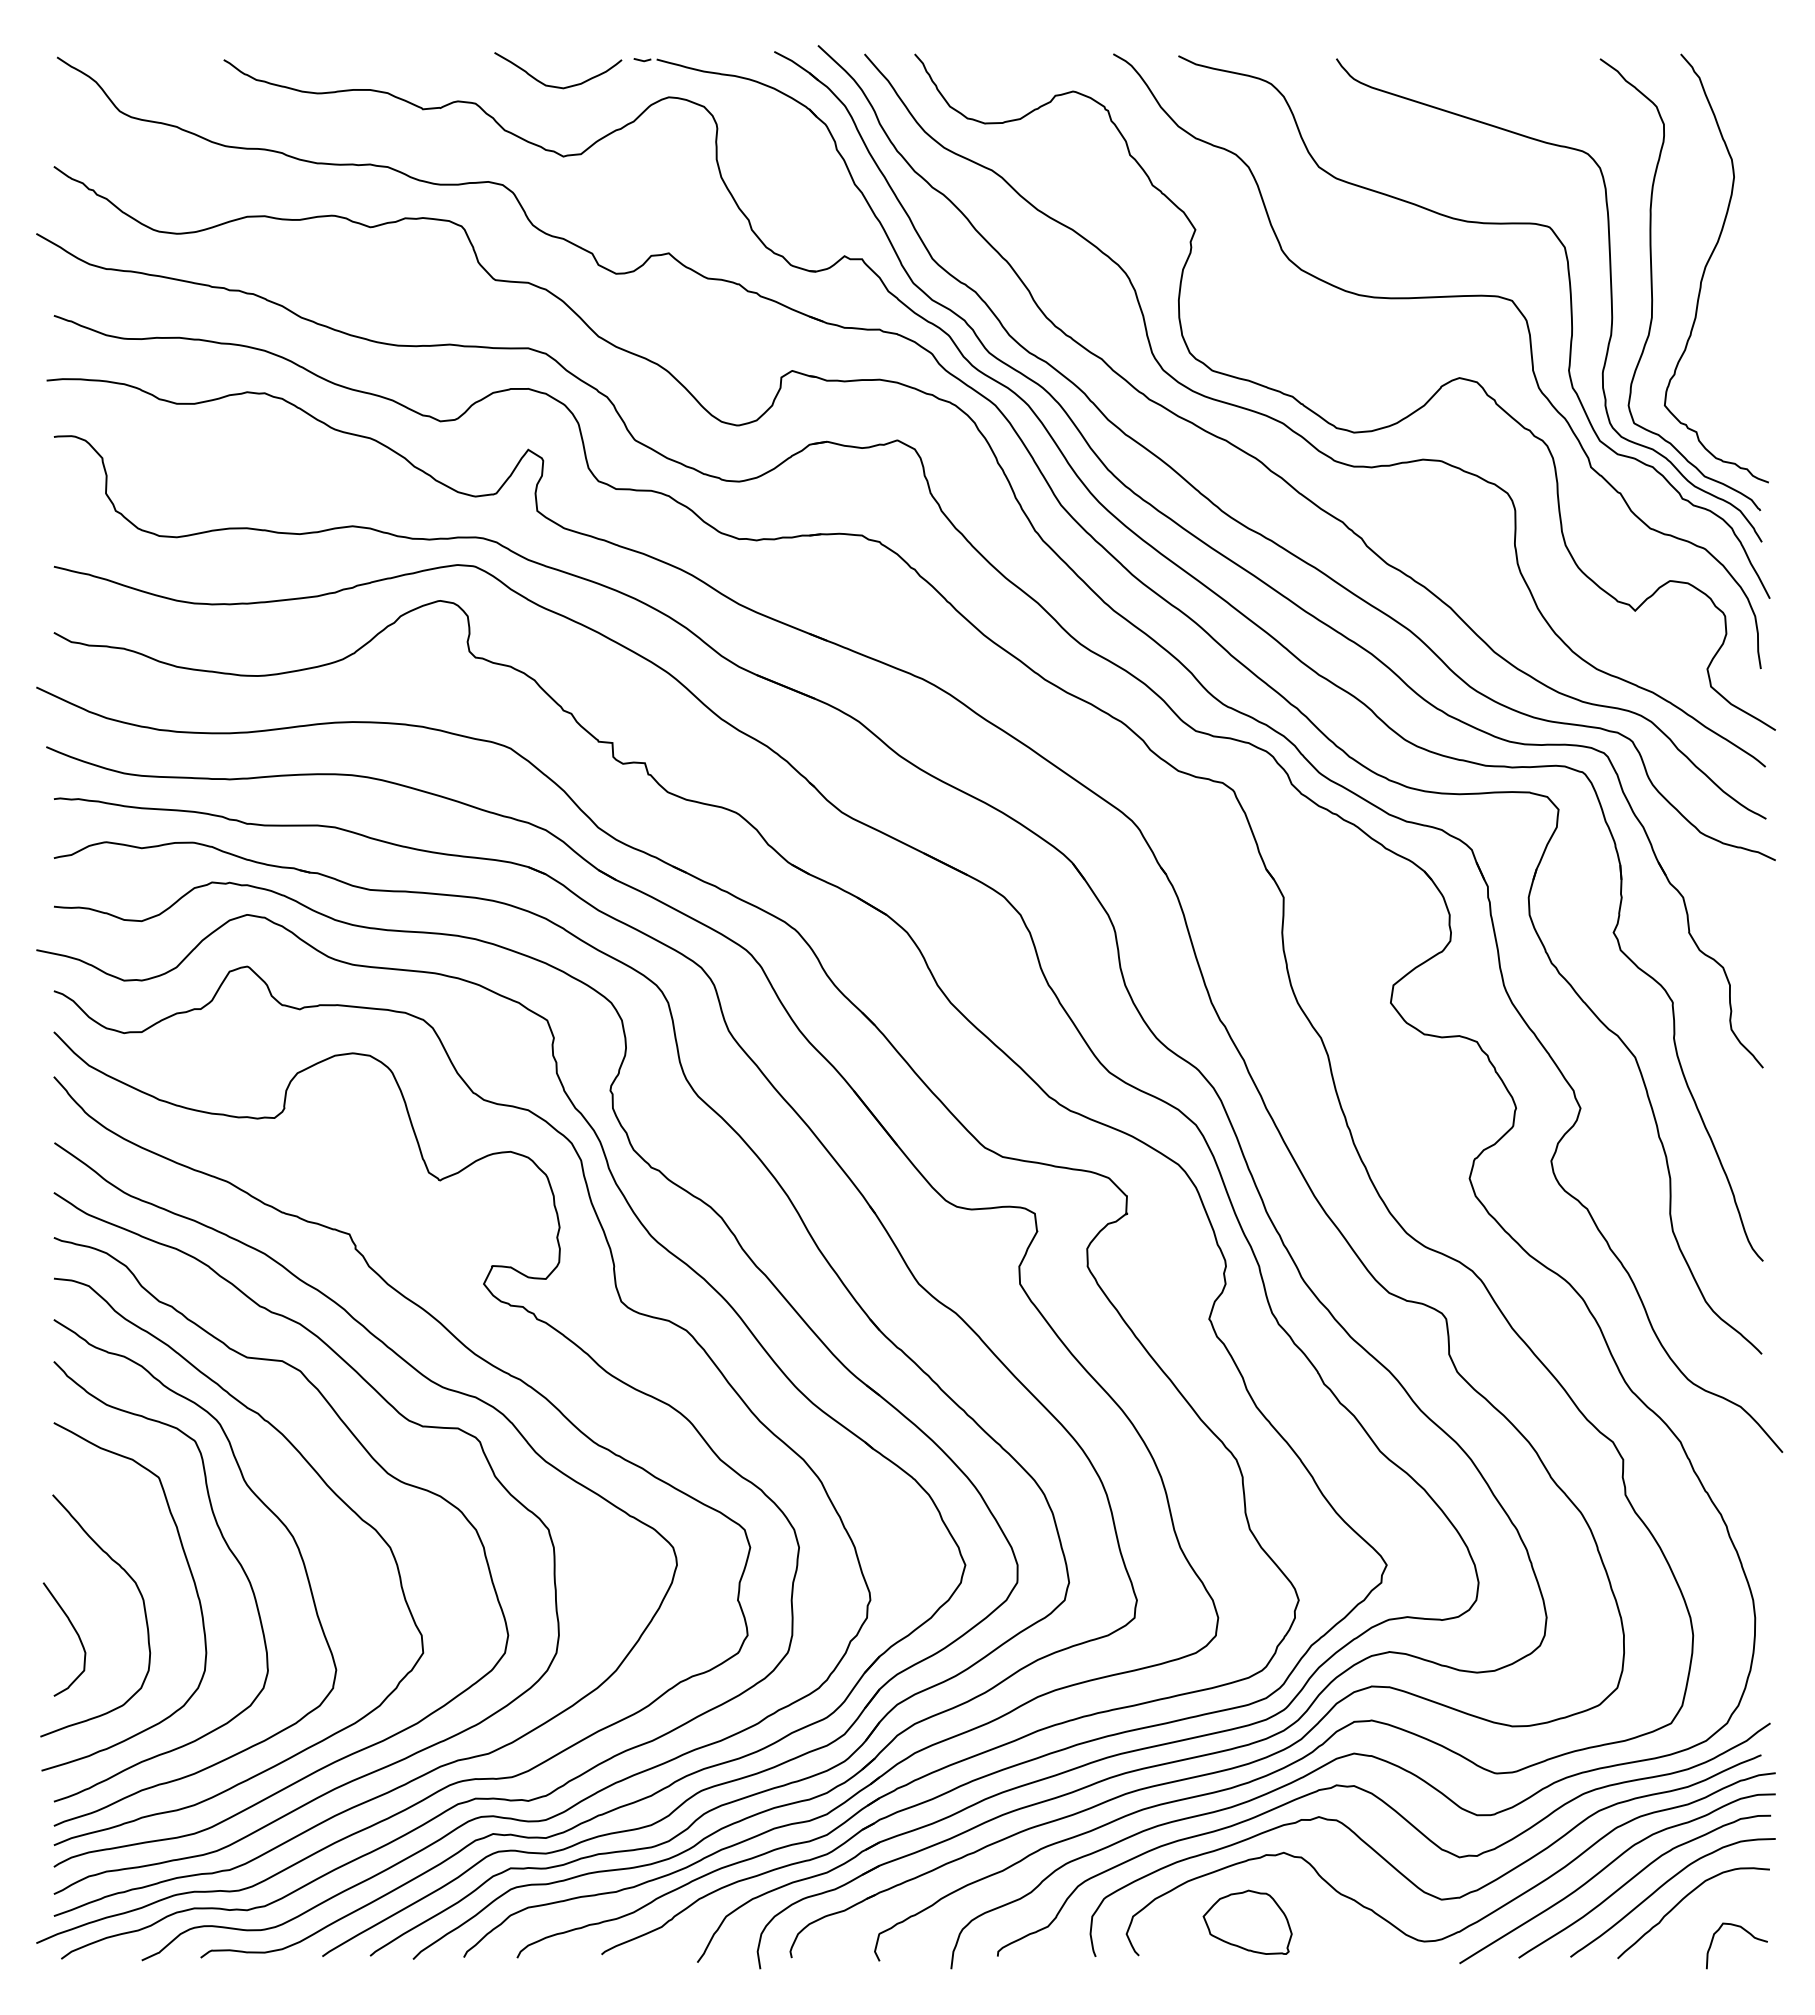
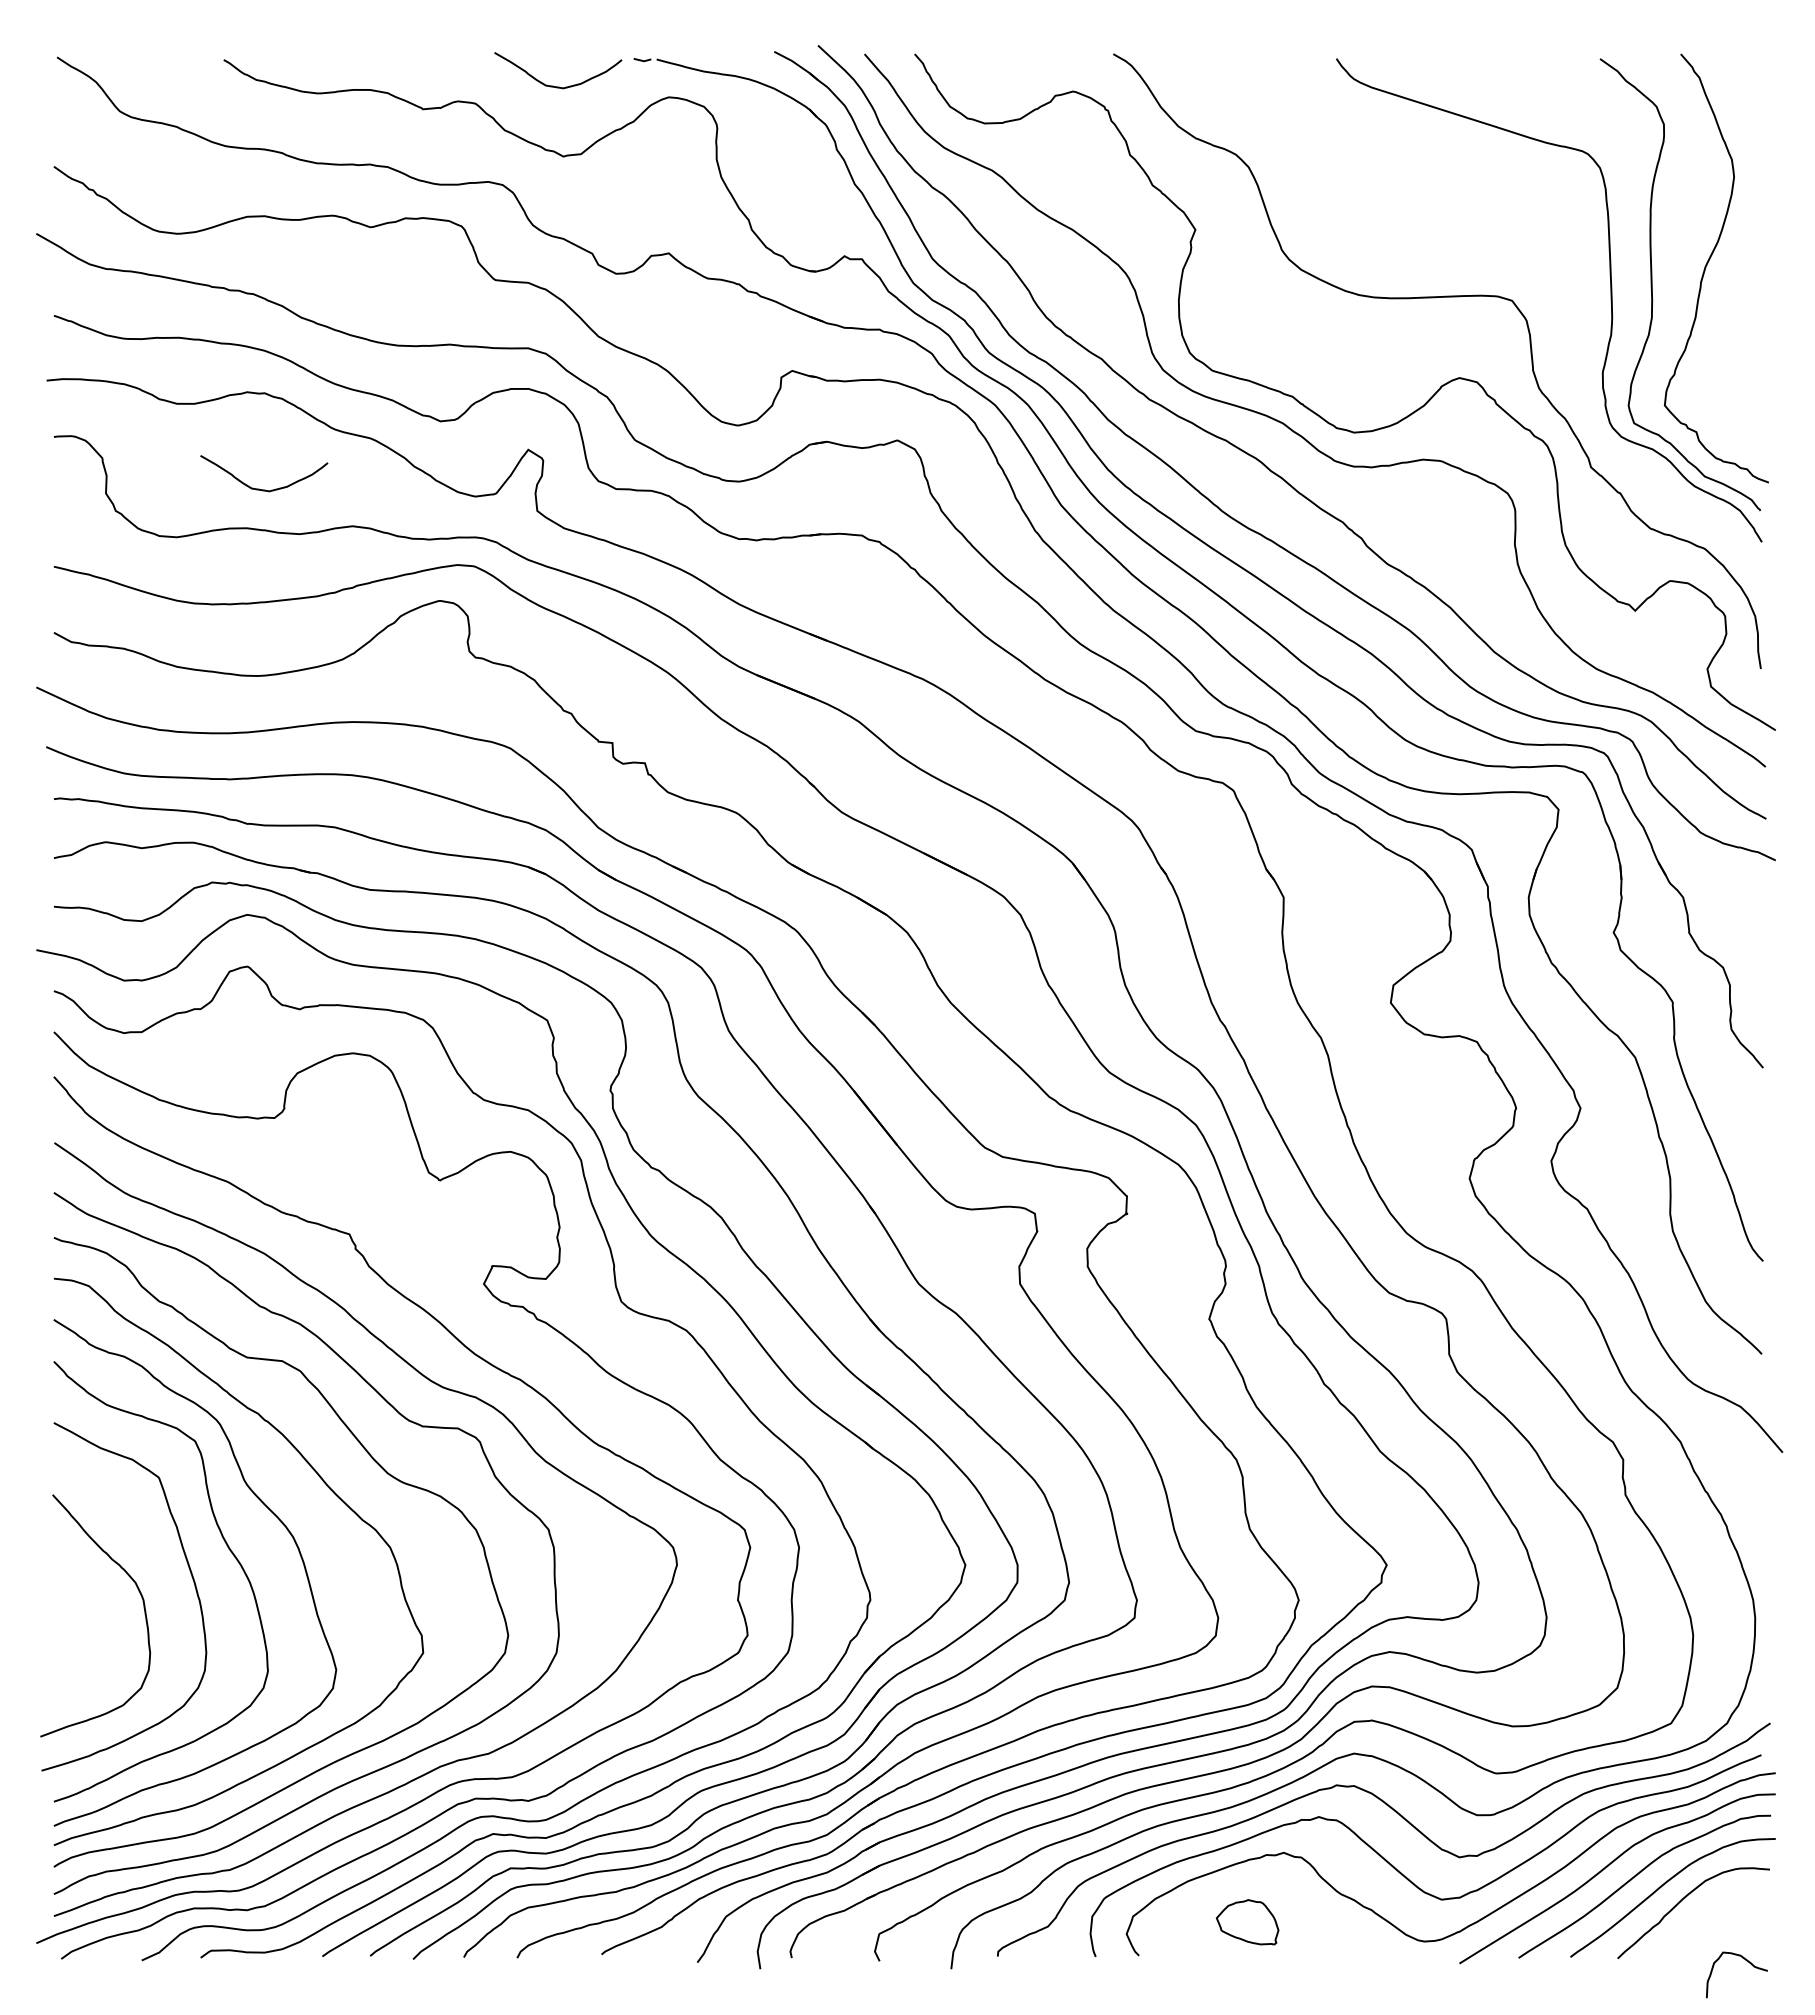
curve at (1570, 316): present -> none
curve at (259, 488): none -> present
curve at (76, 1634): present -> none
part at (1247, 1921) size: 91x66 px -> 65x47 px
curve at (1746, 1932) position: (1746, 1932) -> (1746, 1961)
